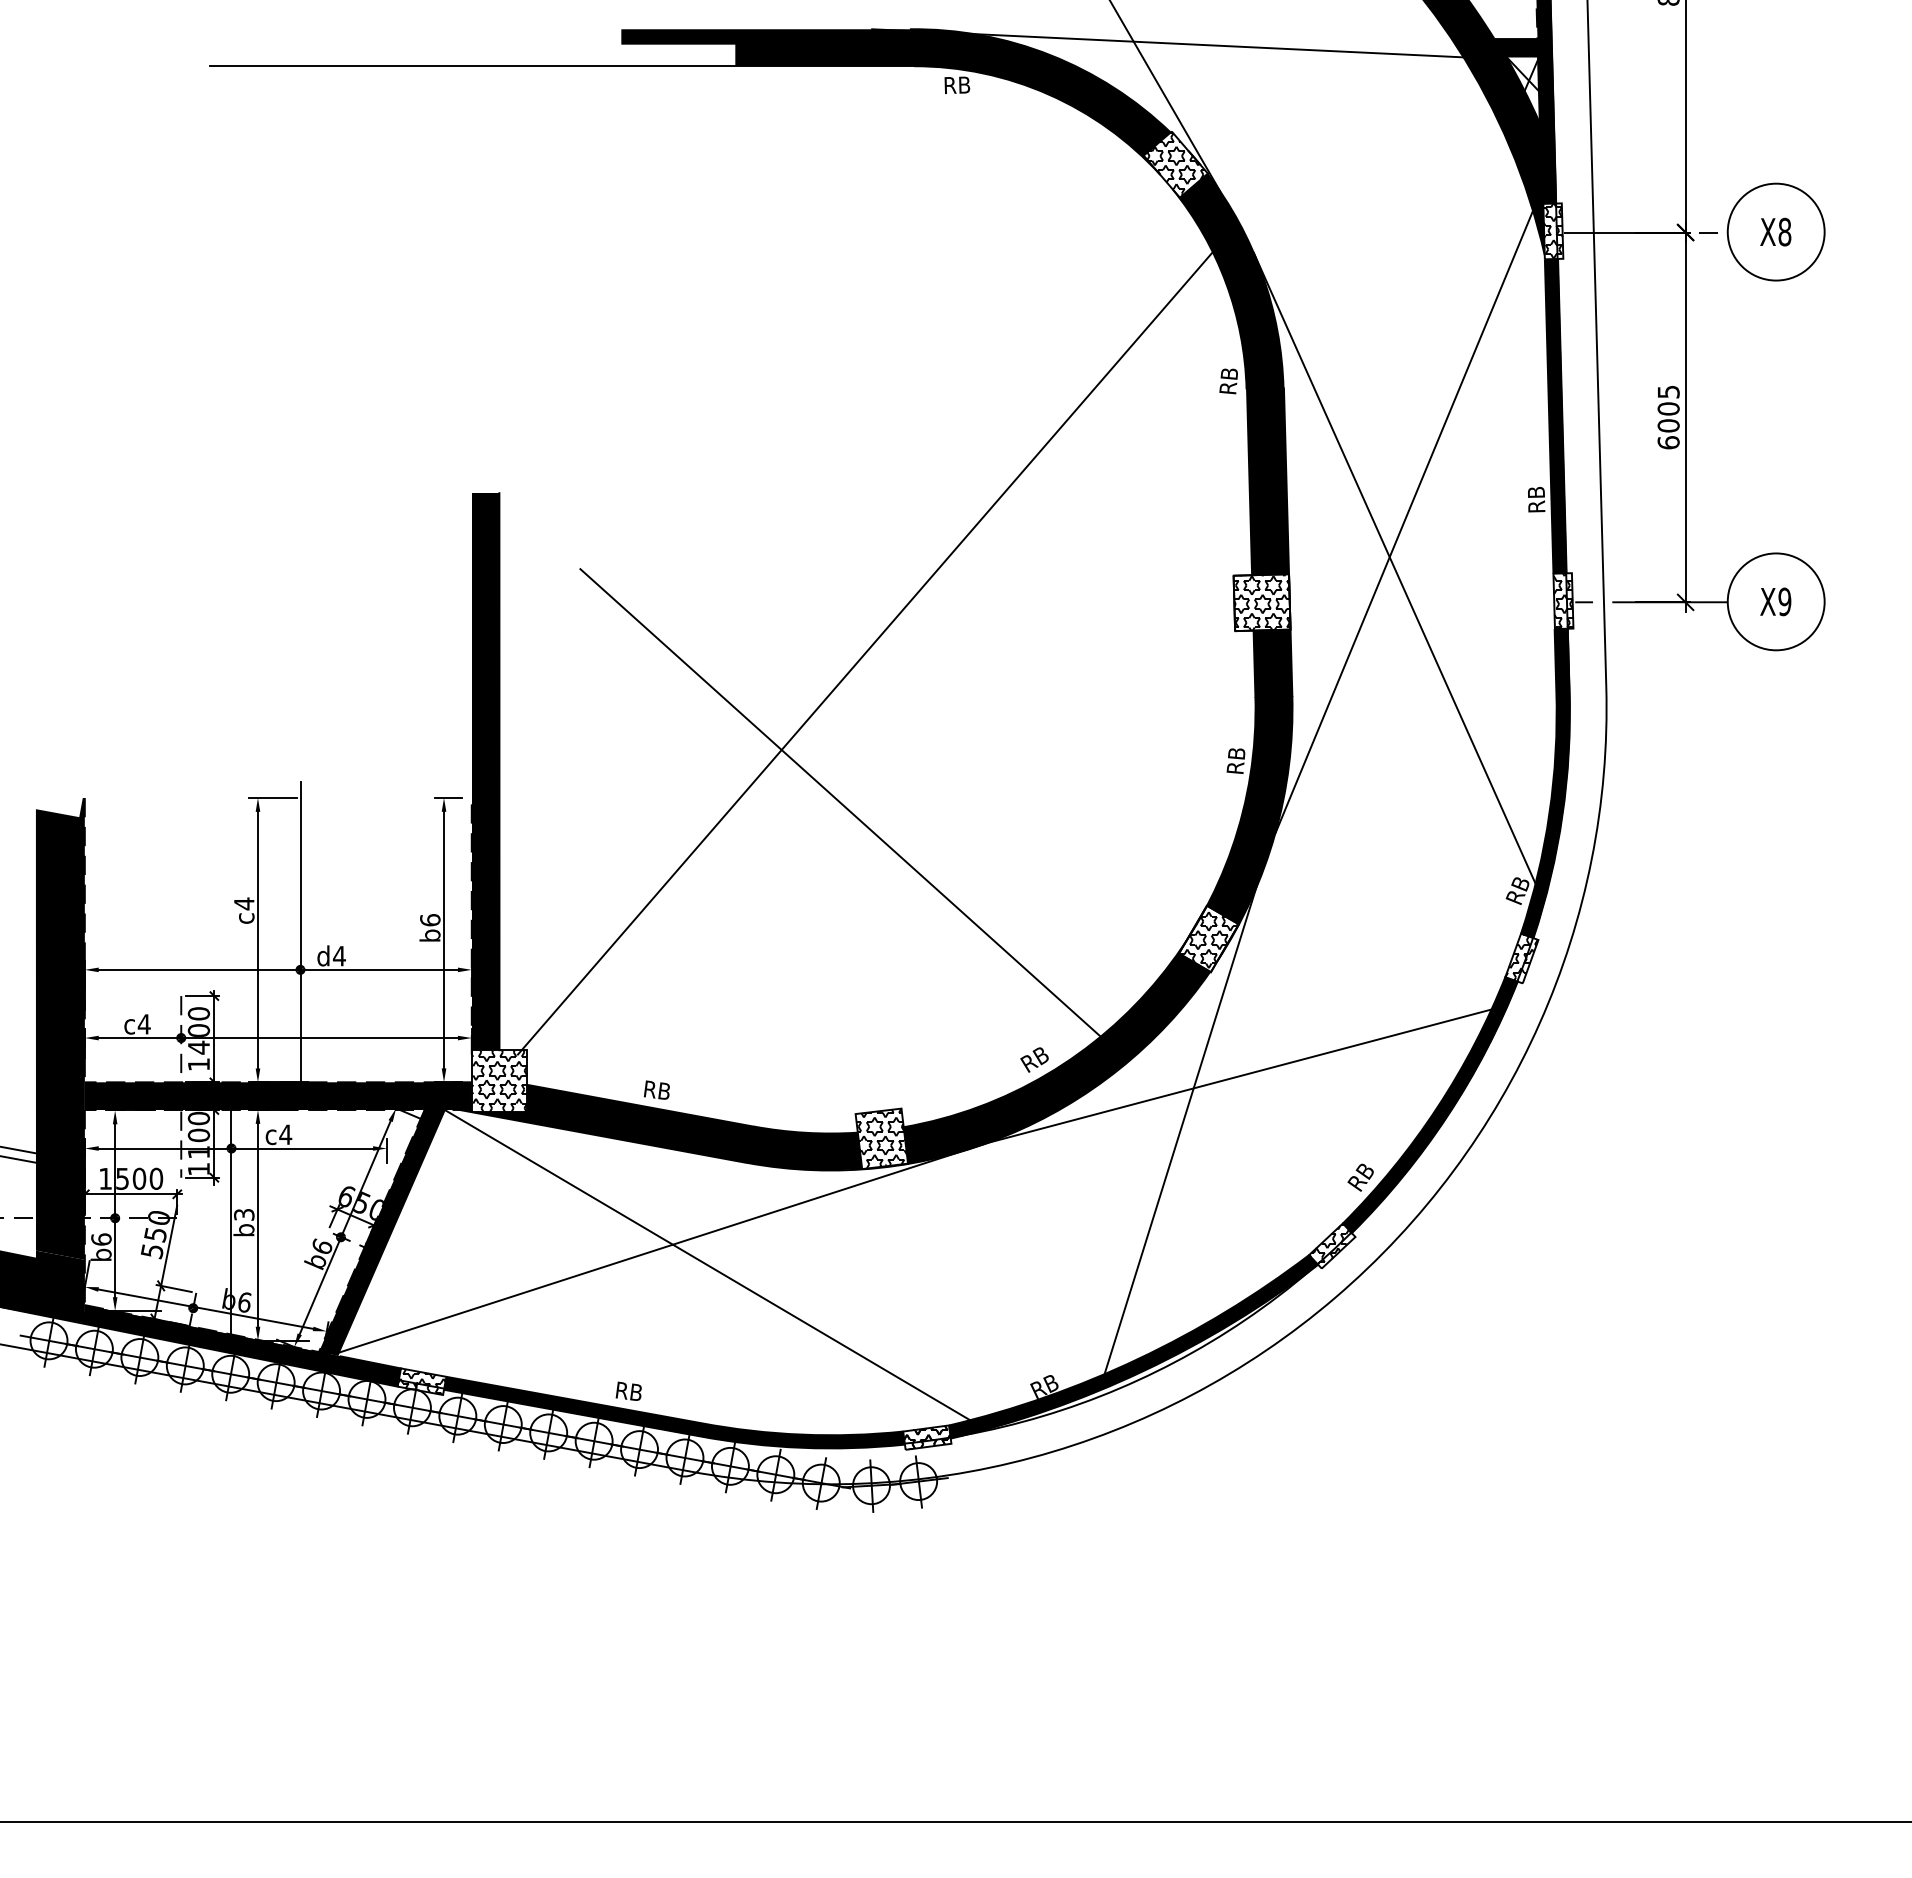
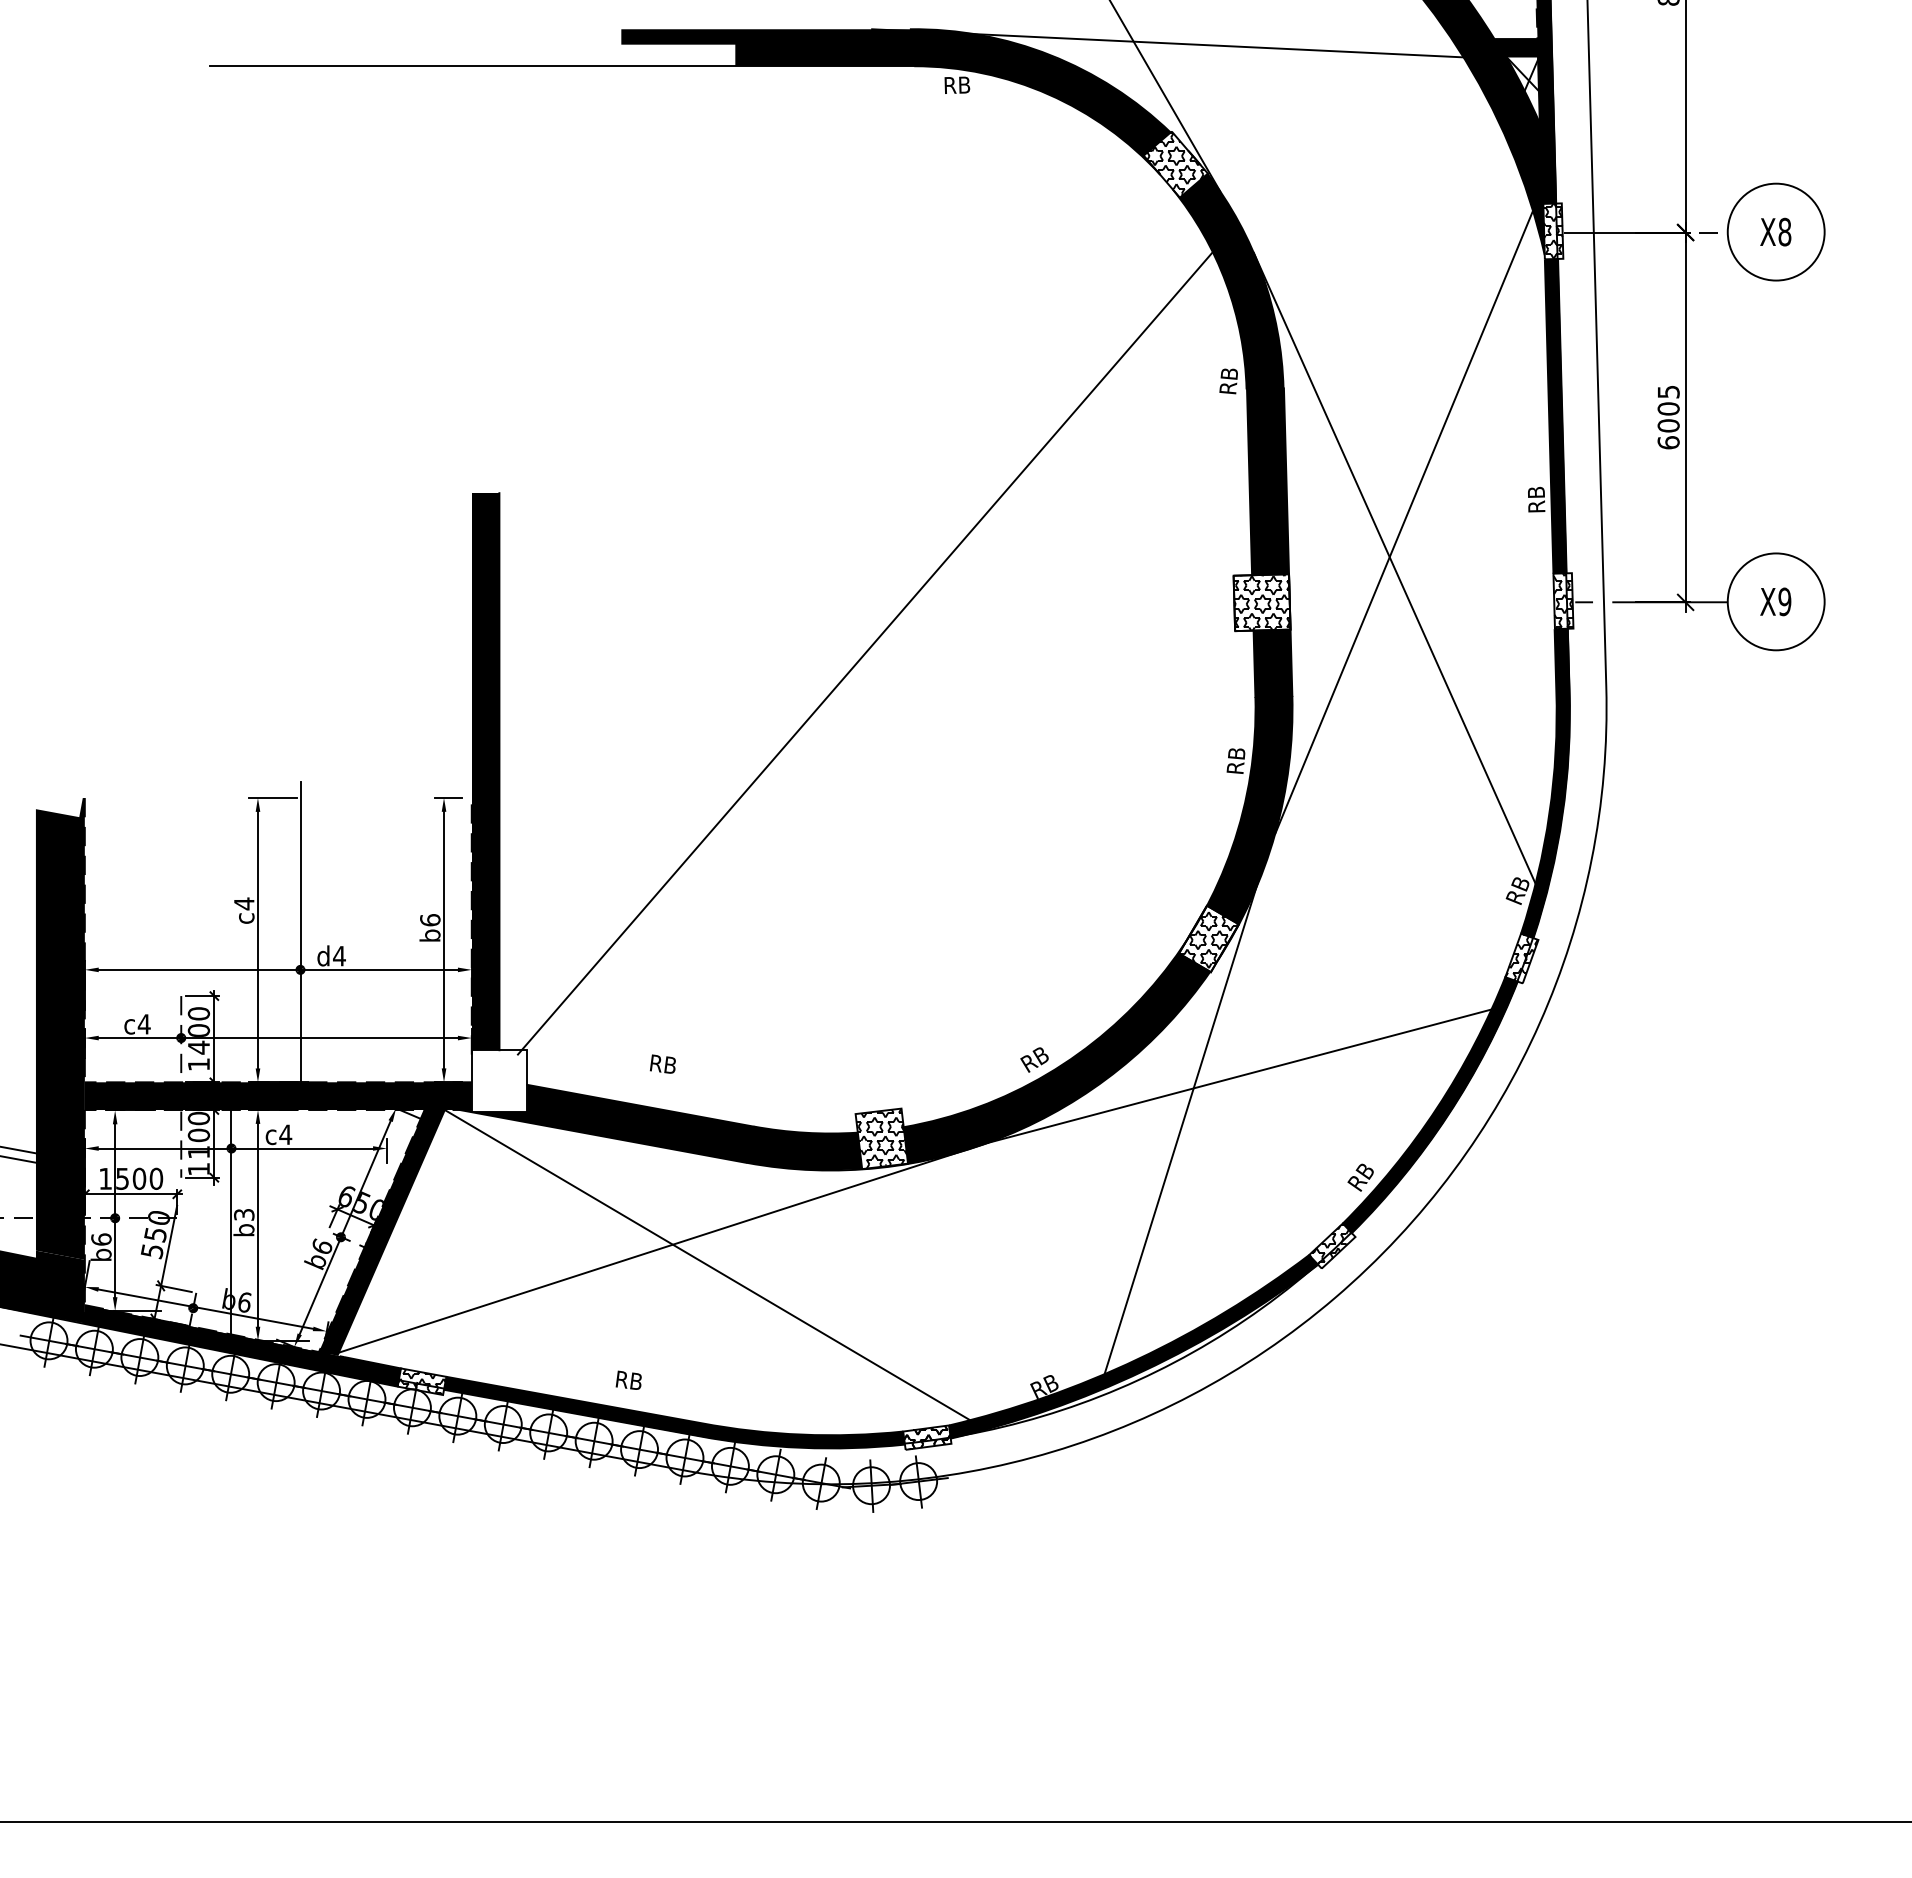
line at (841, 803): present -> none
hatch at (499, 1080): present -> none
text at (656, 1089) position: (656, 1089) -> (662, 1063)
text at (628, 1390) position: (628, 1390) -> (628, 1379)
